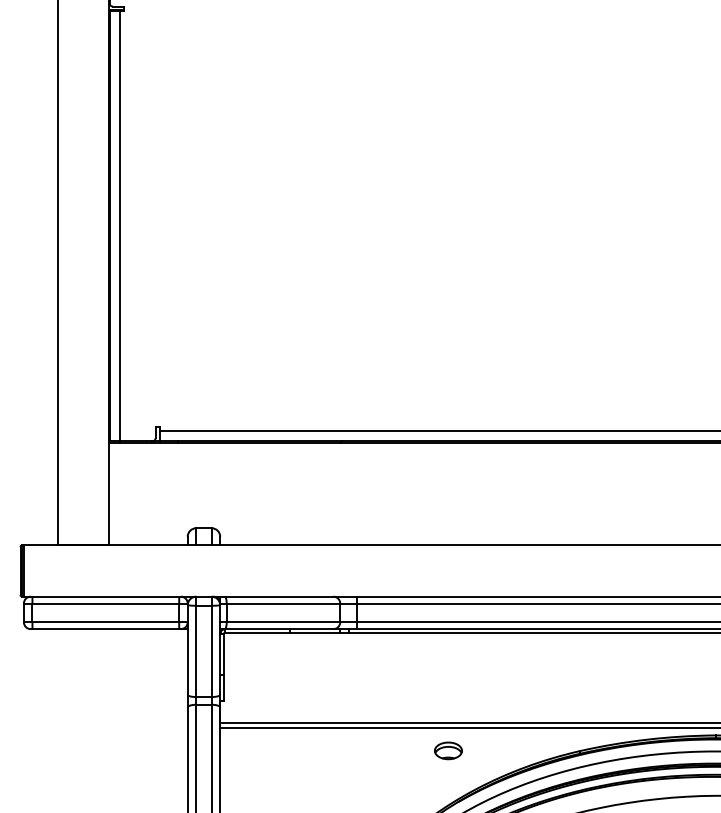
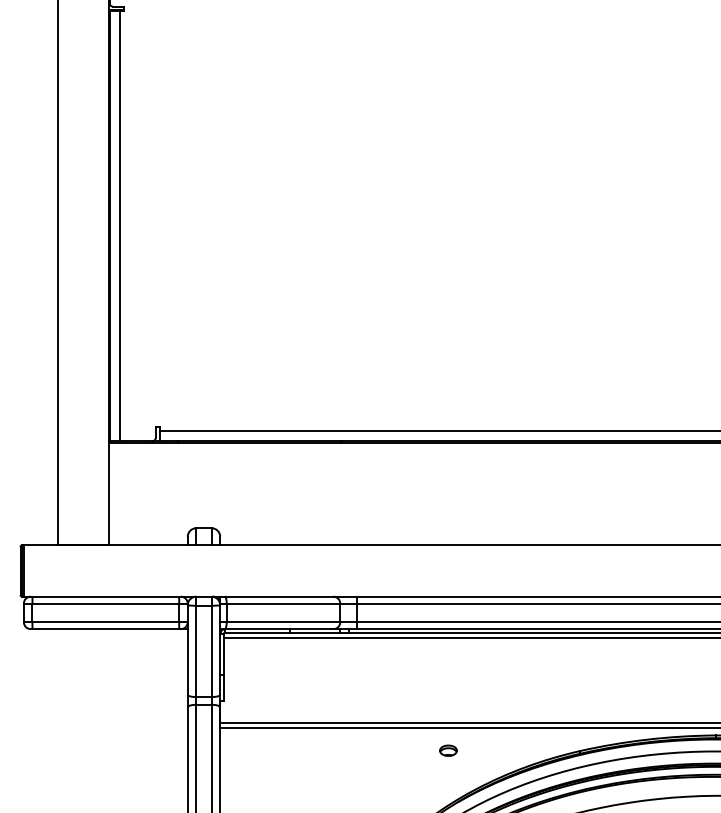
line at (470, 637): none -> present
part at (448, 750) size: 29x20 px -> 19x13 px
